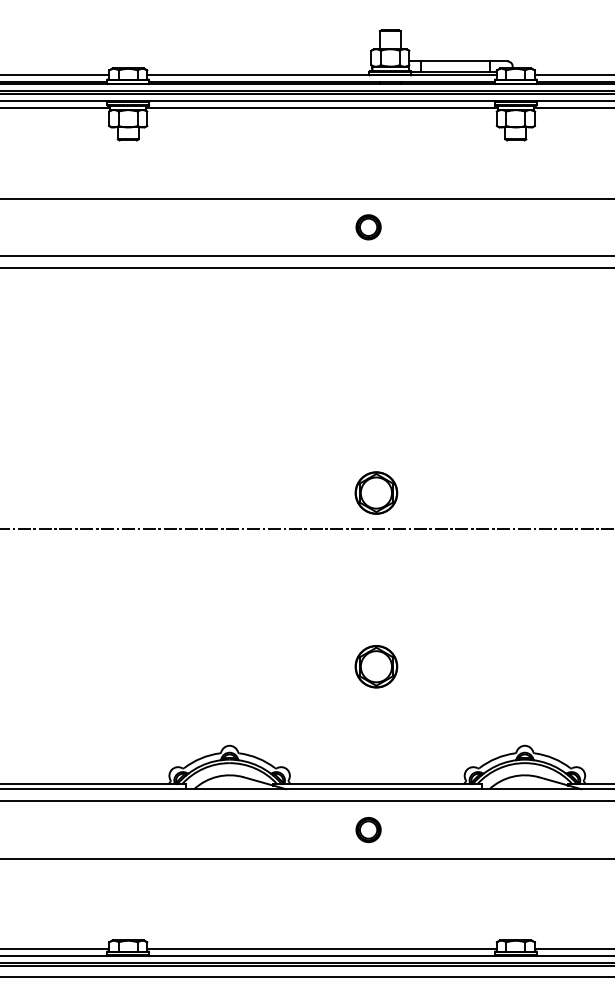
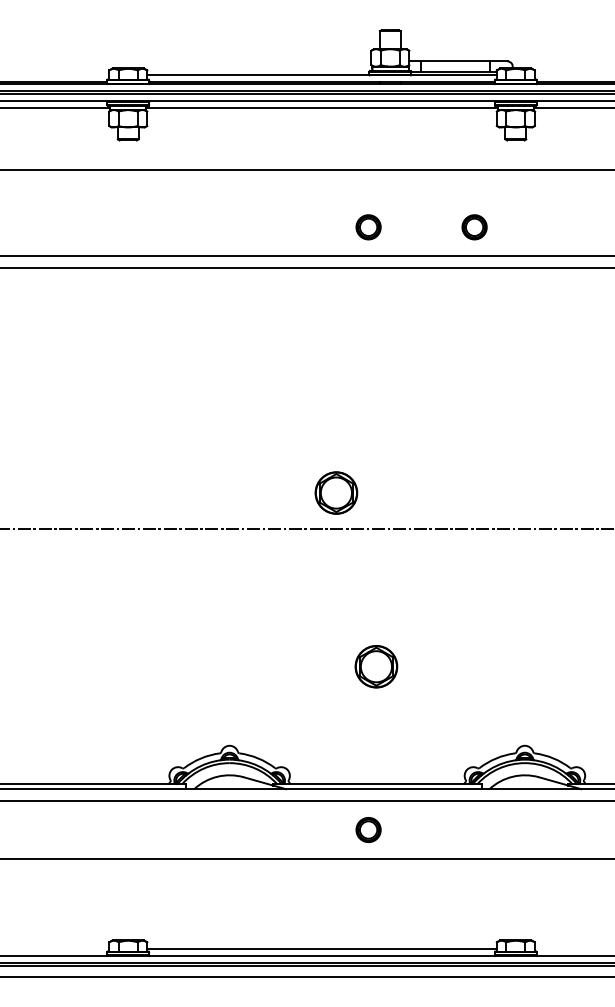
line at (55, 75): present -> none
line at (572, 75): present -> none
line at (306, 198) position: (306, 198) -> (306, 169)
part at (474, 227): none -> present
part at (376, 492) position: (376, 492) -> (336, 492)
line at (55, 949): present -> none
line at (572, 949): present -> none
